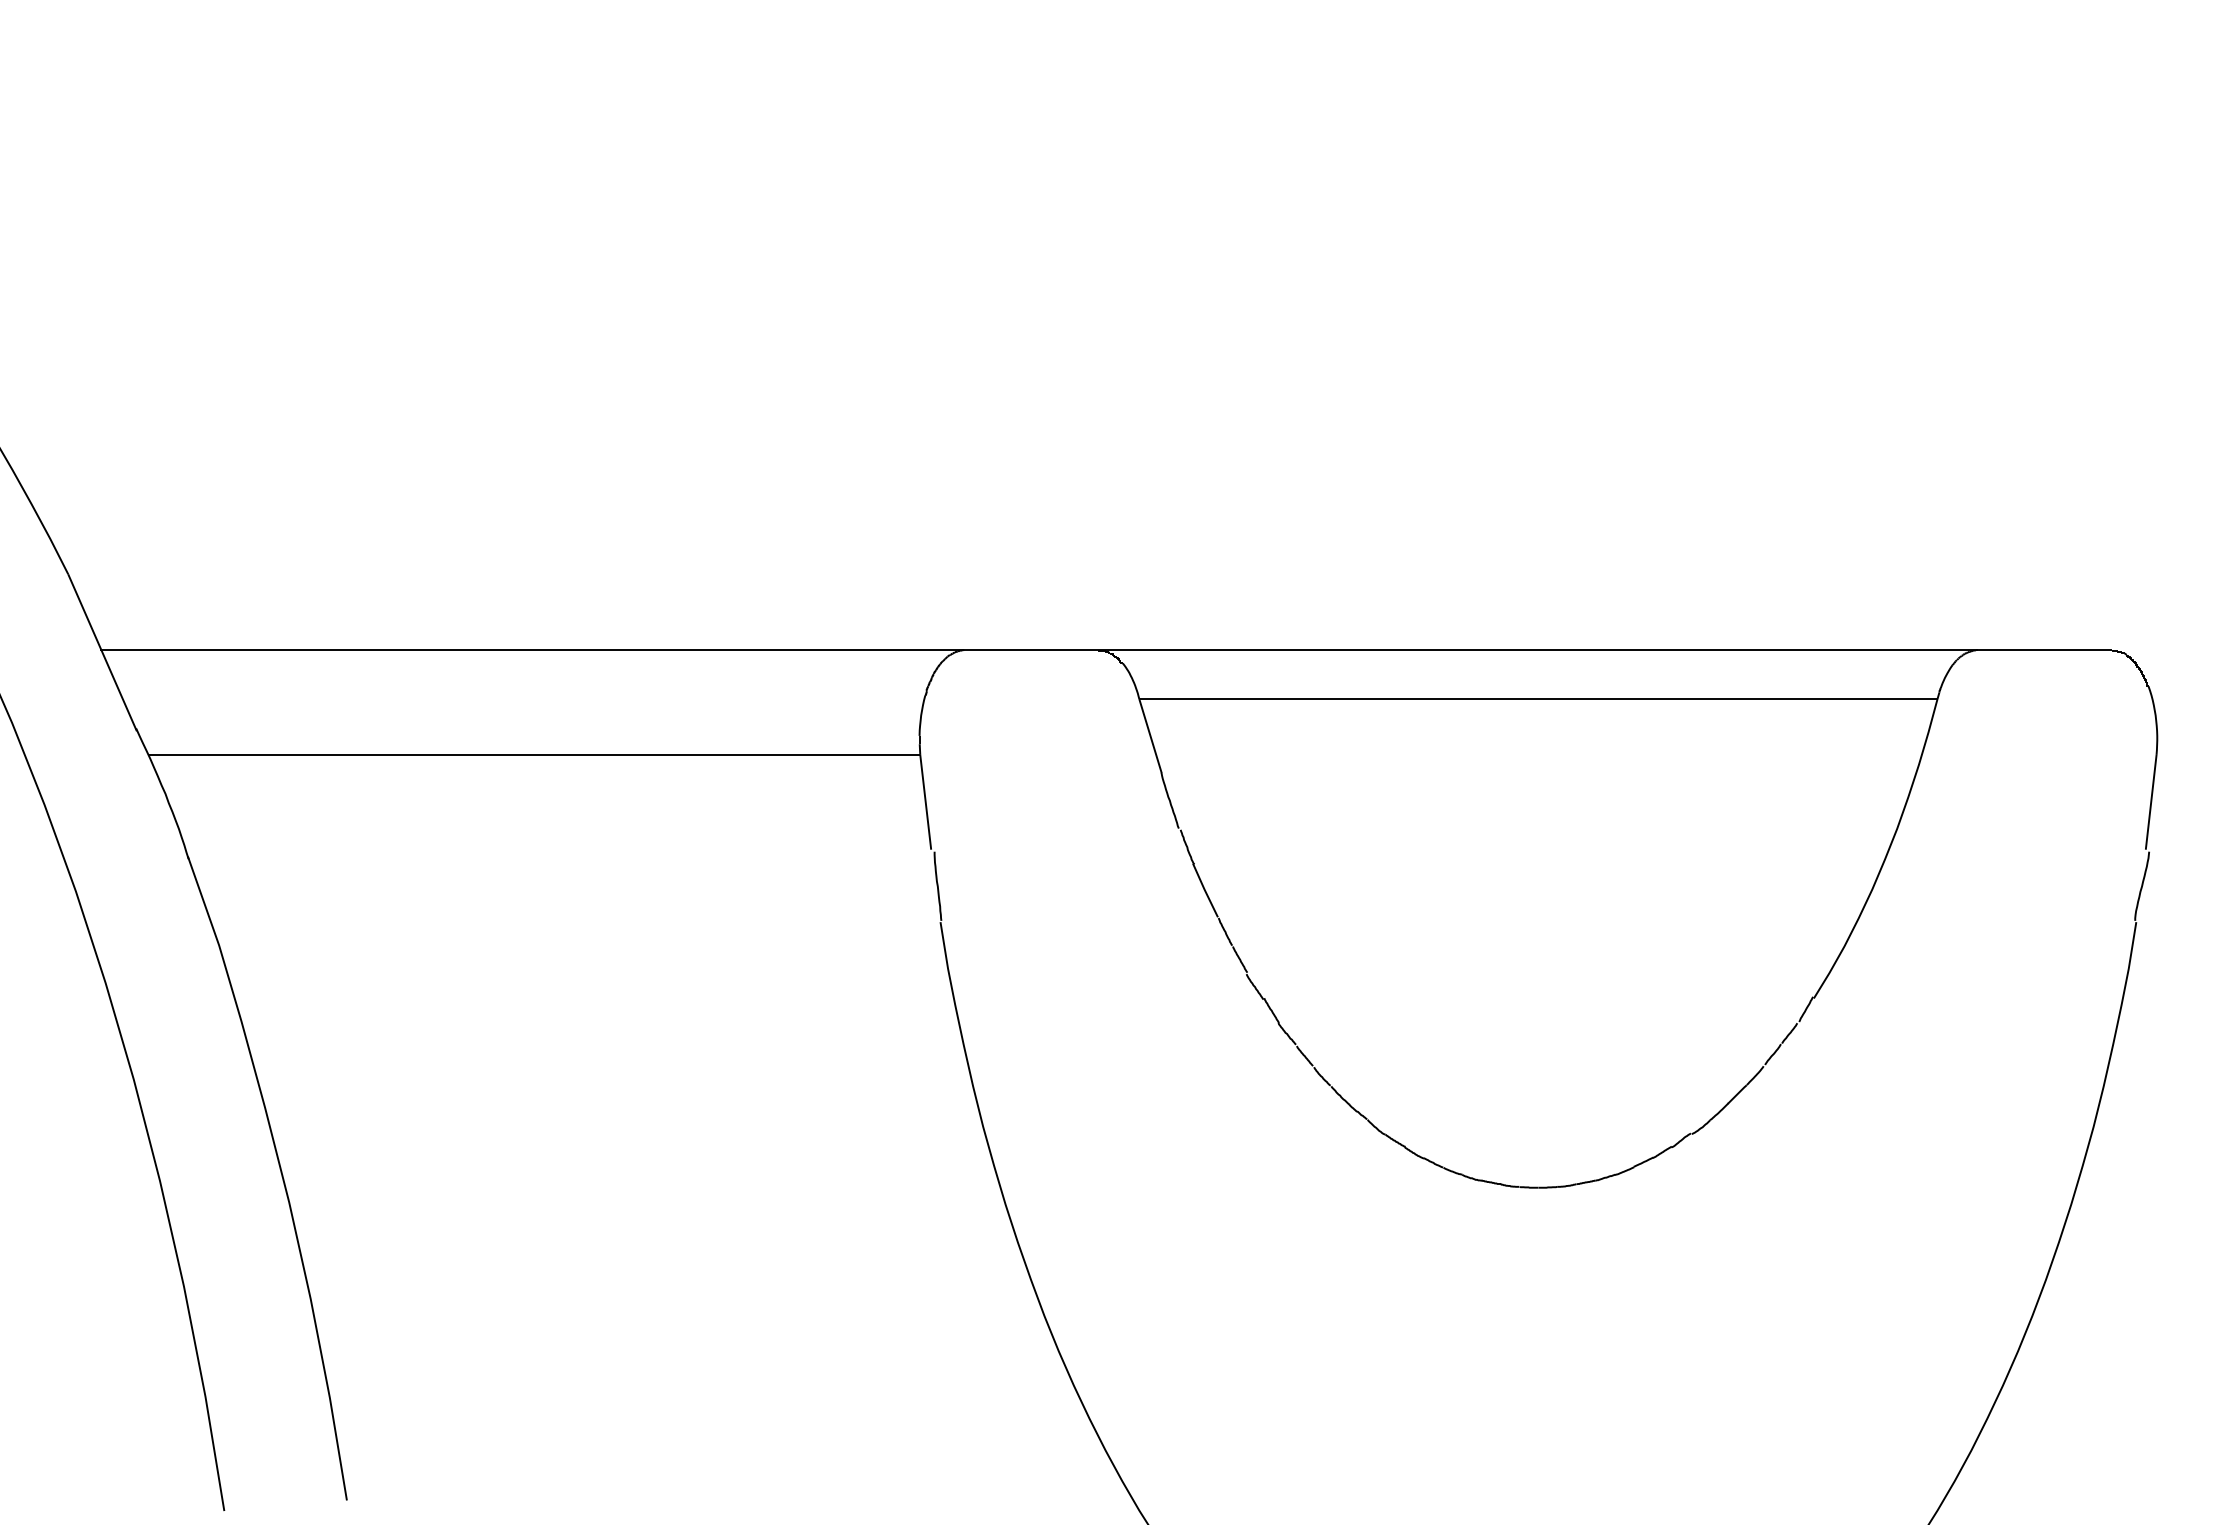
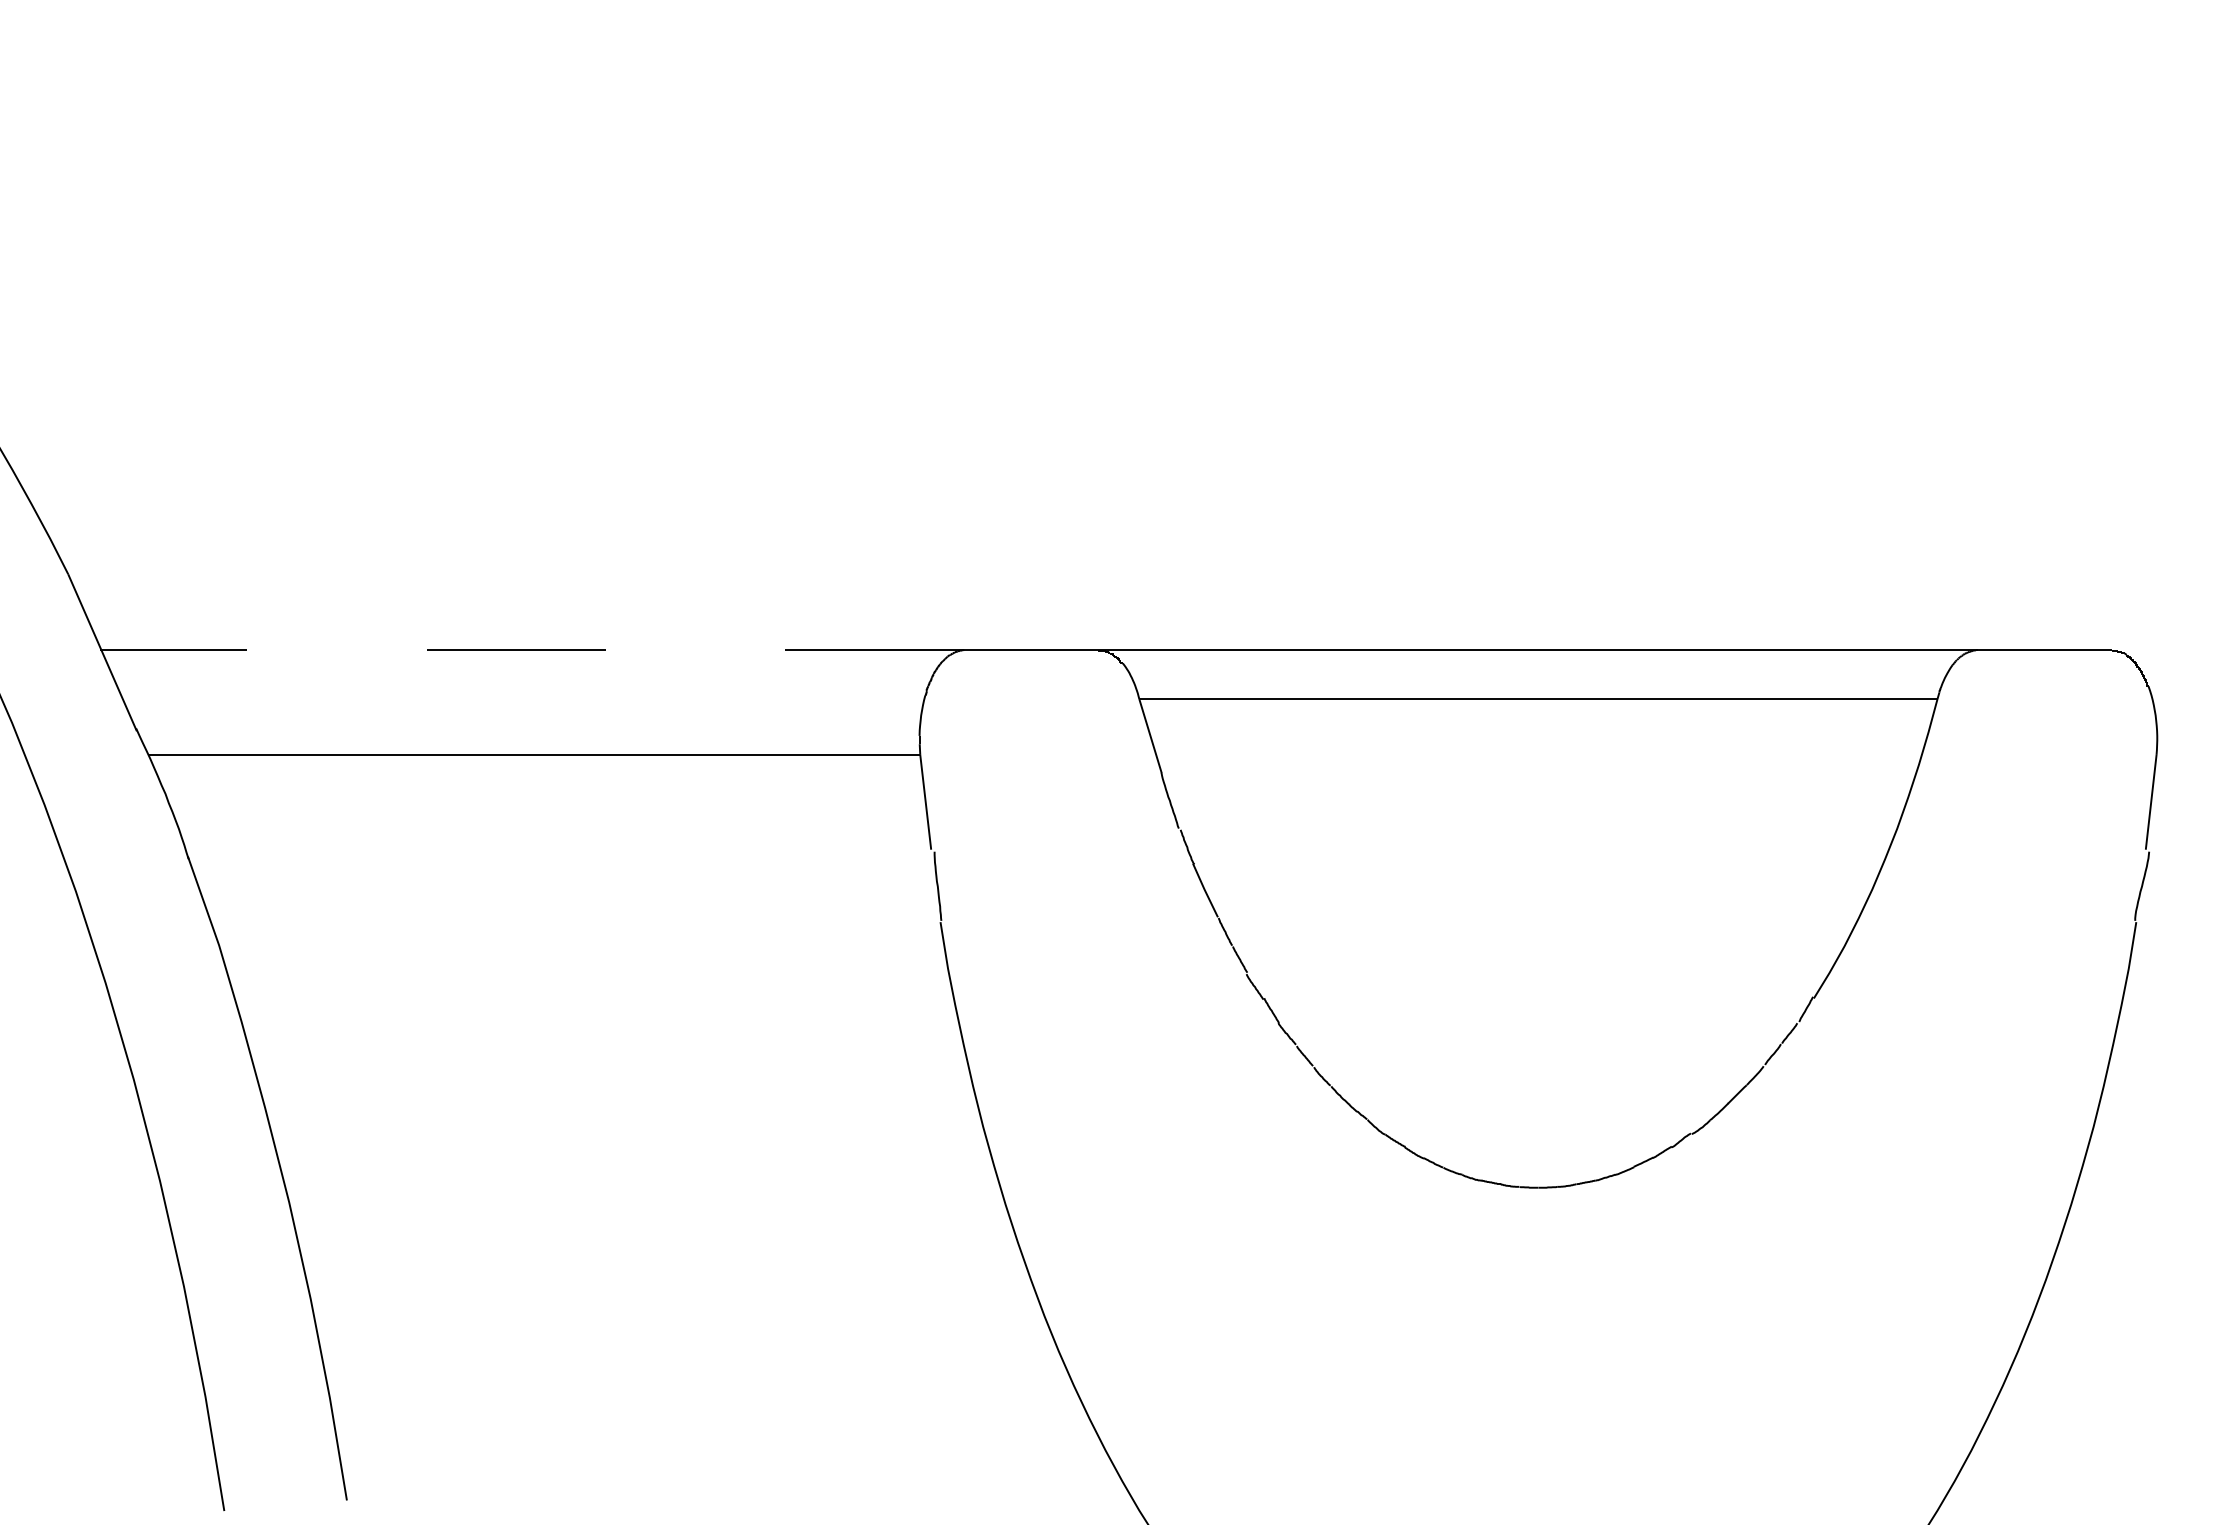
line at (531, 650): solid -> dashed
